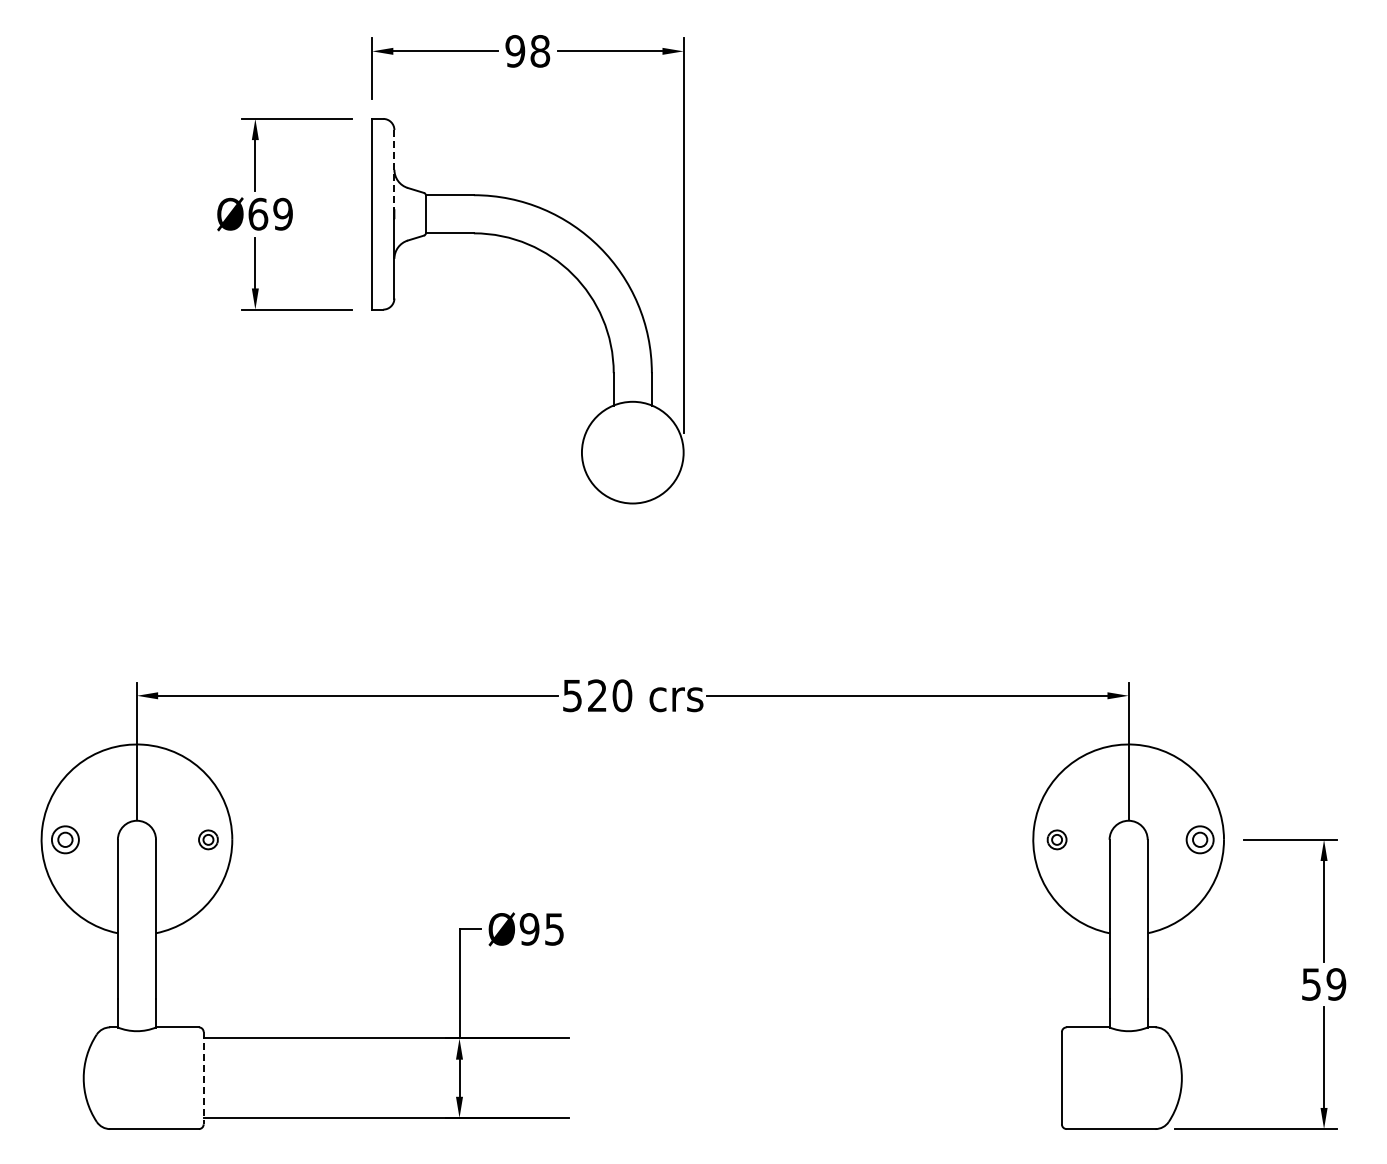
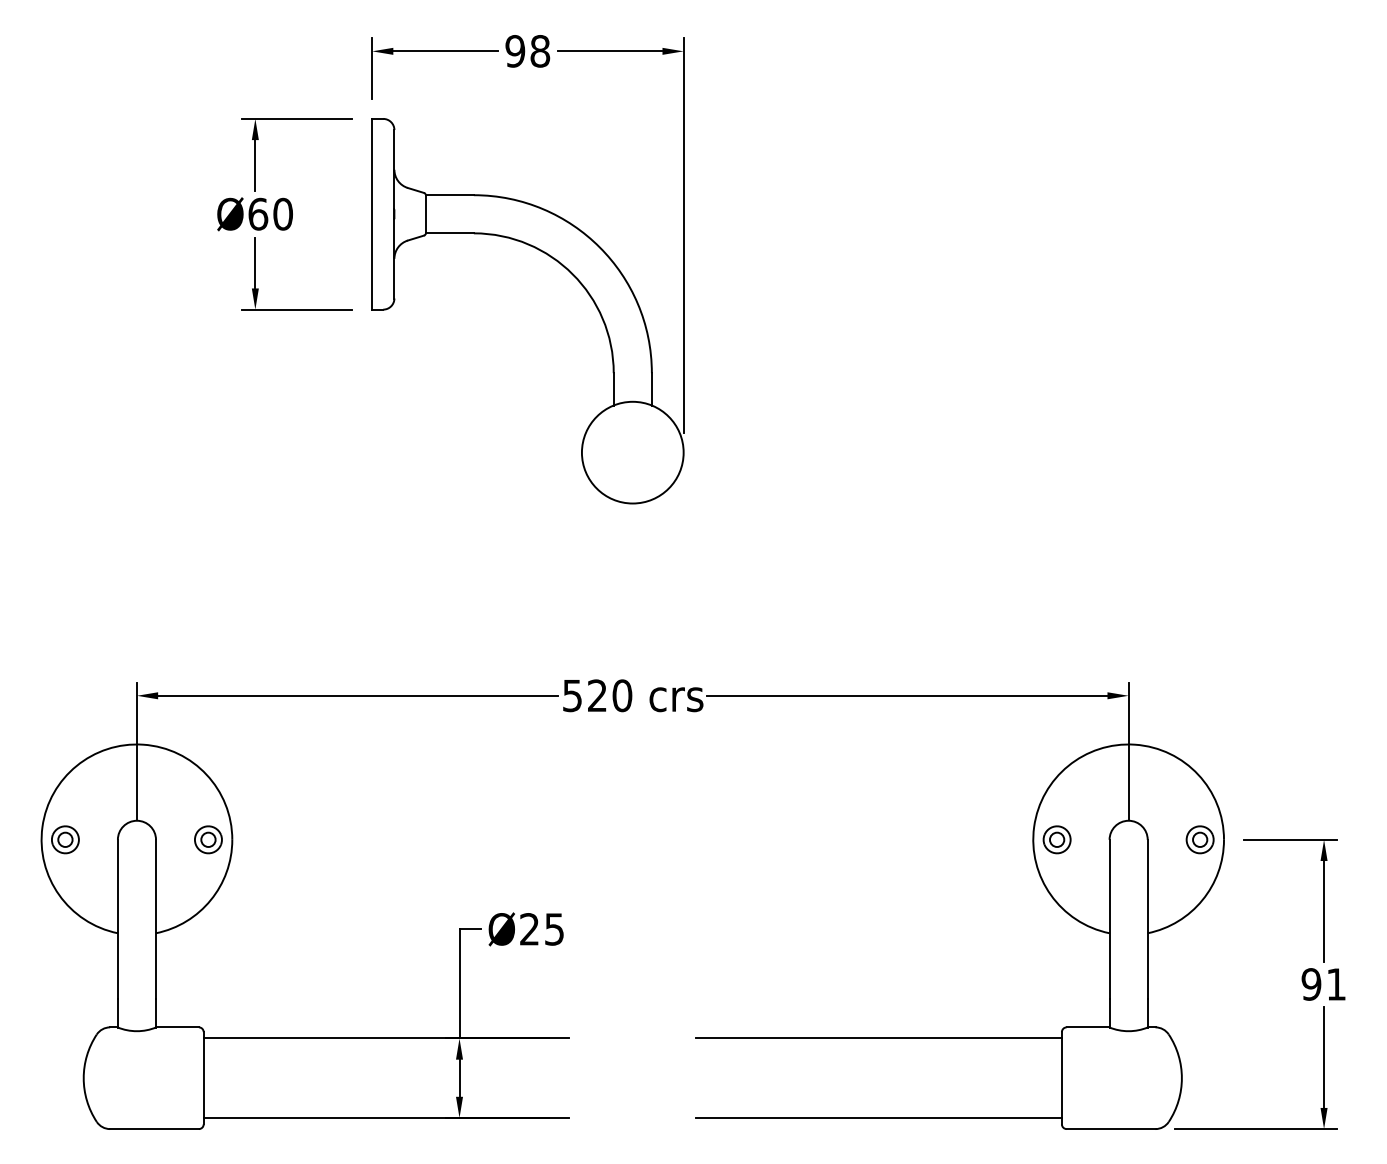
line at (394, 169): dashed -> solid
text at (282, 214): Ø69 -> Ø60
part at (208, 839) size: 21x22 px -> 29x30 px
part at (1056, 839) size: 22x22 px -> 30x30 px
text at (529, 929): Ø95 -> Ø25
text at (1323, 984): 59 -> 91
line at (878, 1038): none -> present
line at (203, 1078): dashed -> solid
line at (878, 1117): none -> present
